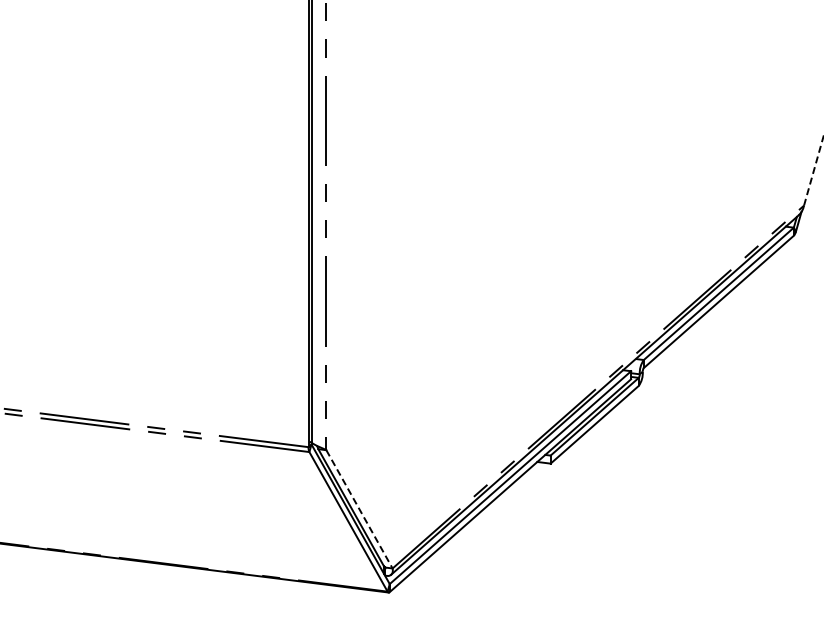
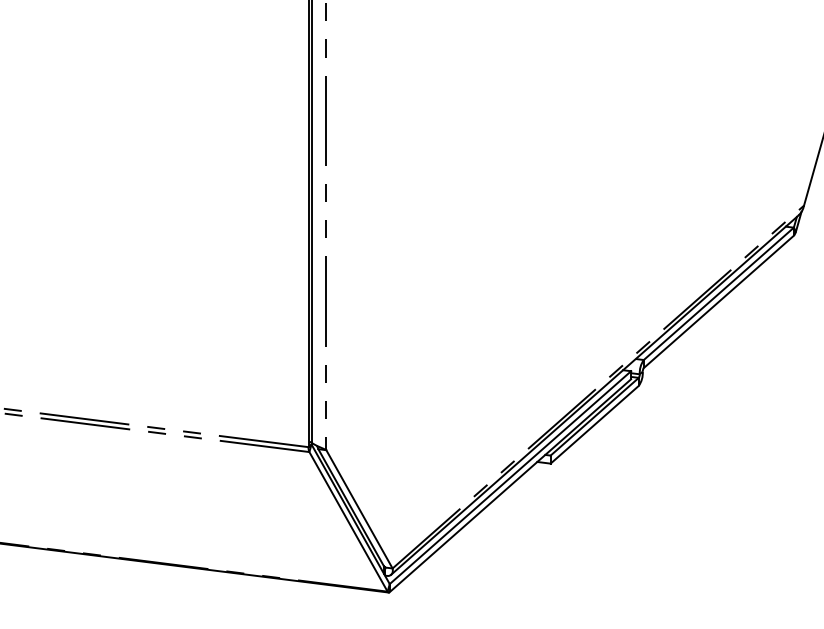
line at (814, 170): dashed -> solid
line at (359, 509): dashed -> solid
